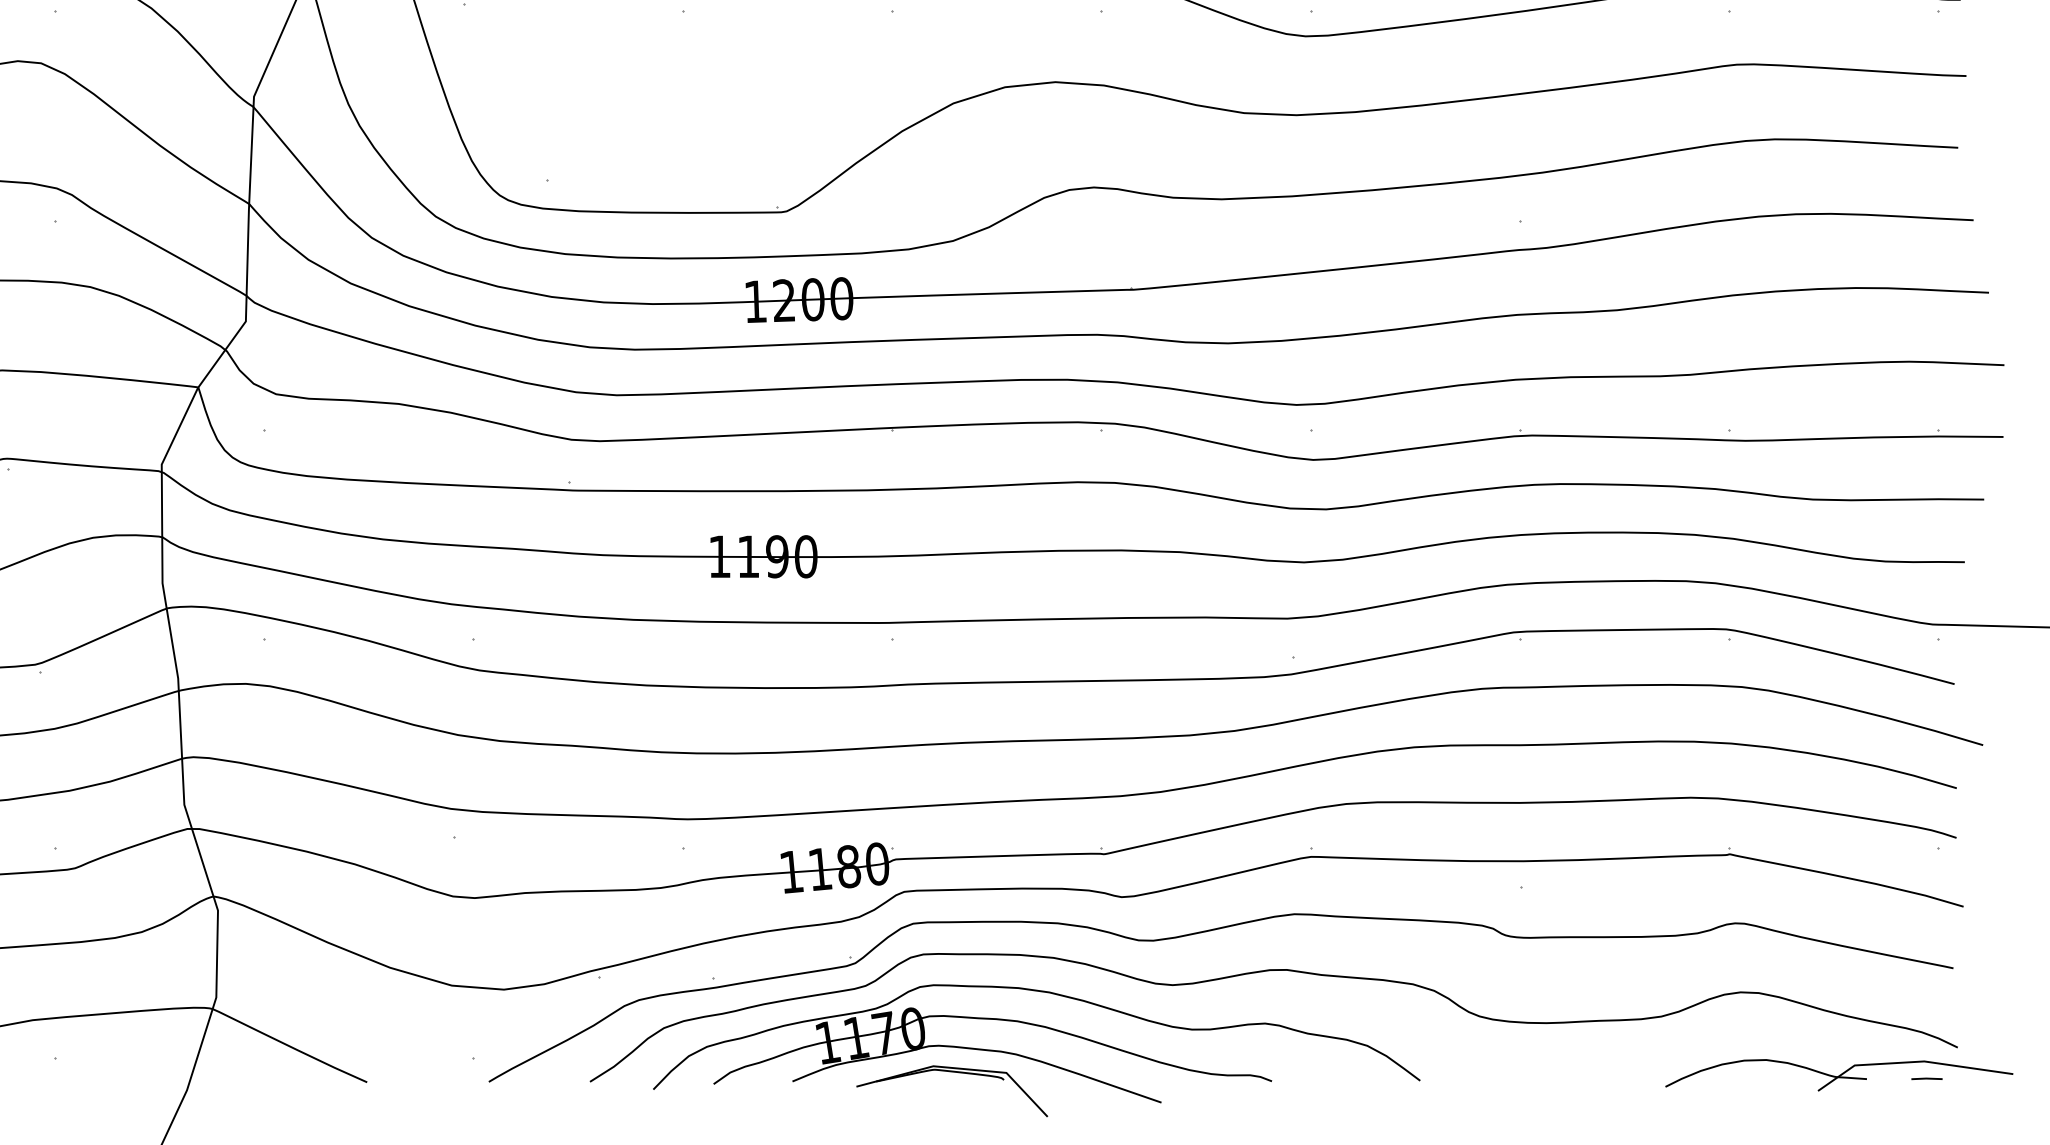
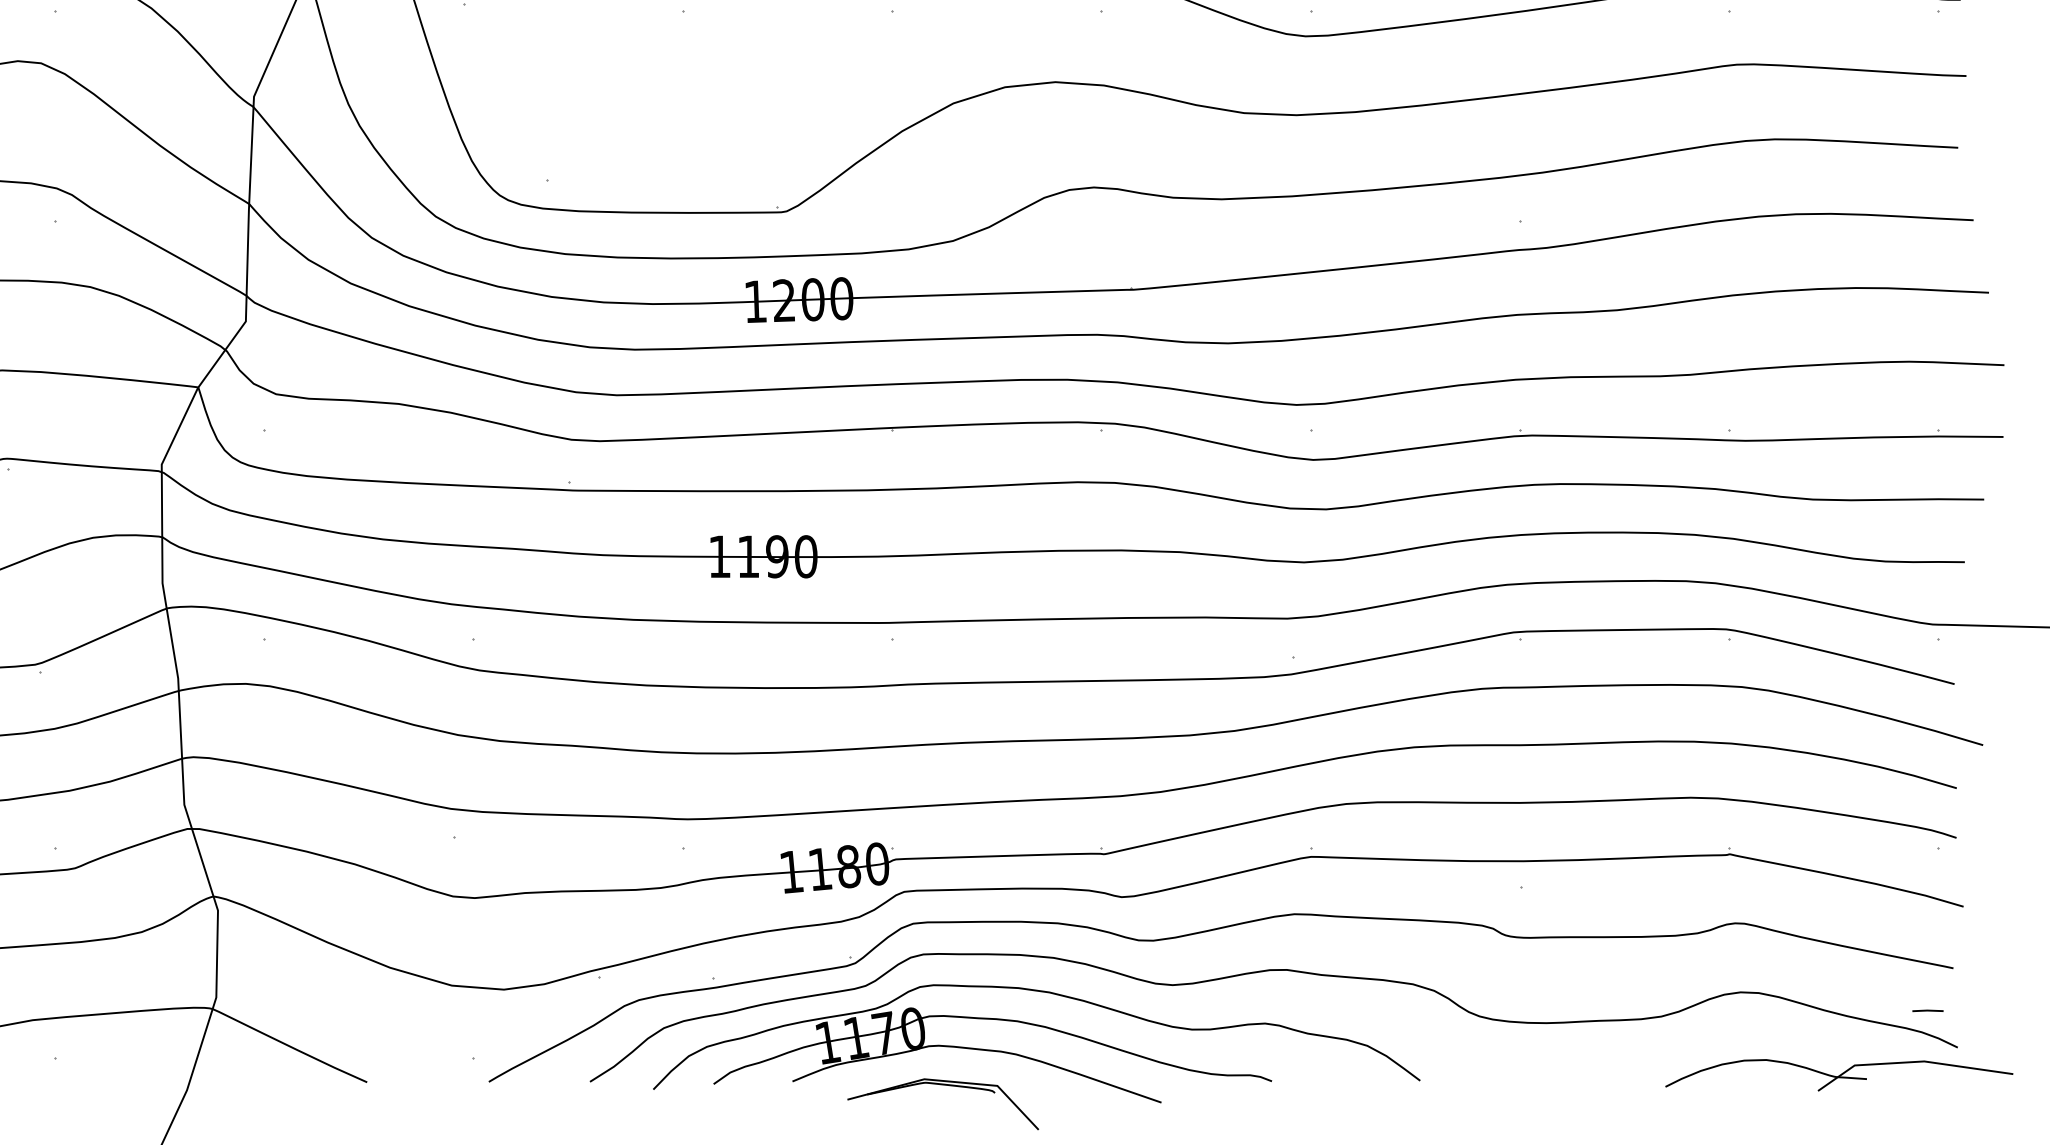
part at (958, 1073) position: (958, 1073) -> (949, 1086)
line at (1926, 1078) position: (1926, 1078) -> (1927, 1010)
